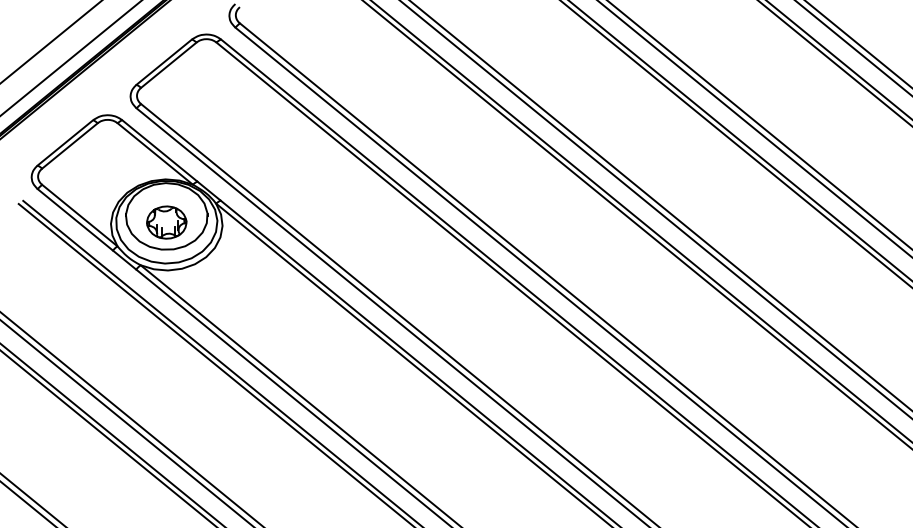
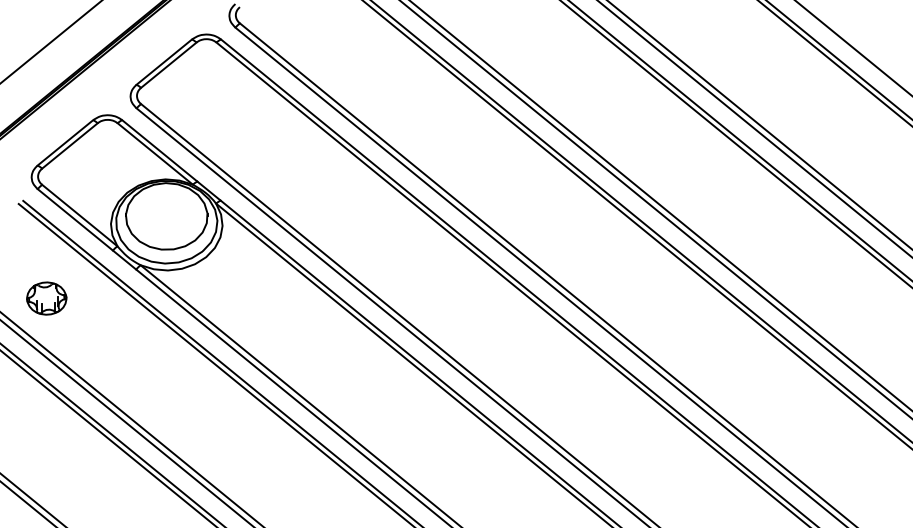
line at (857, 44): present -> none
line at (70, 58): present -> none
part at (166, 222) position: (166, 222) -> (46, 298)
